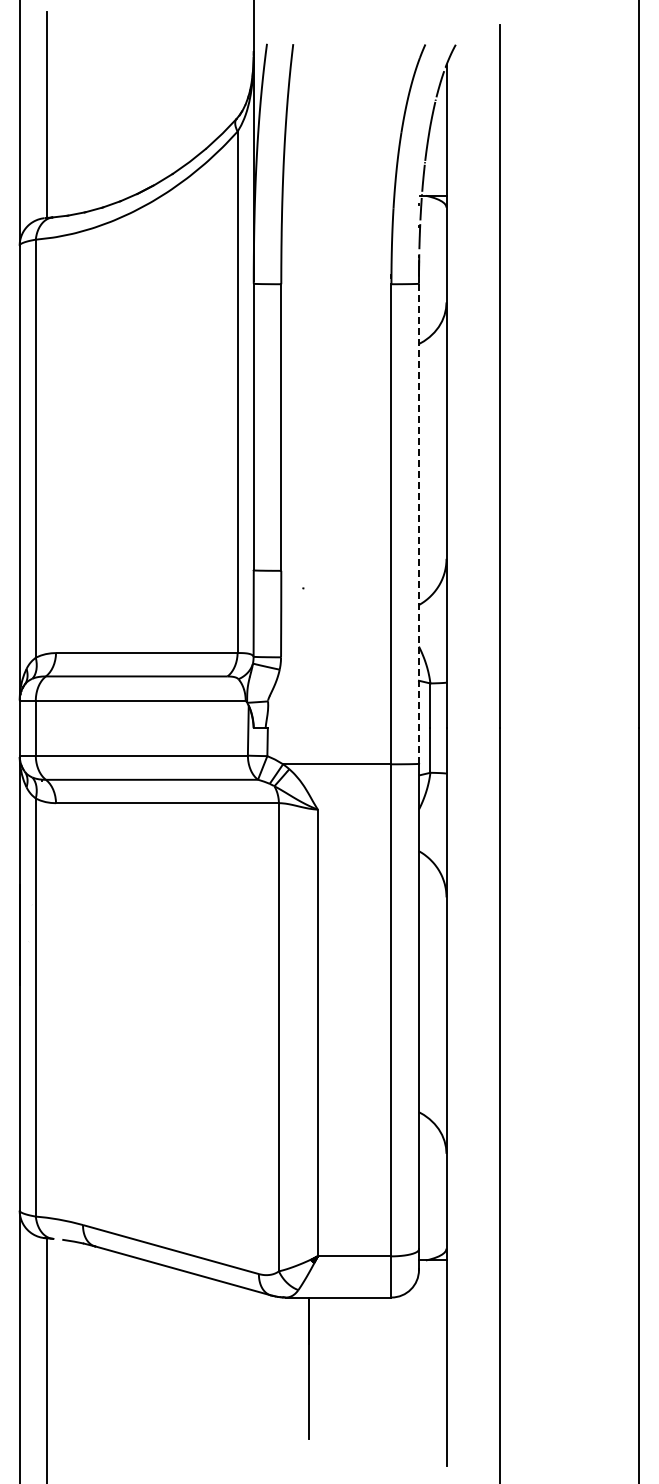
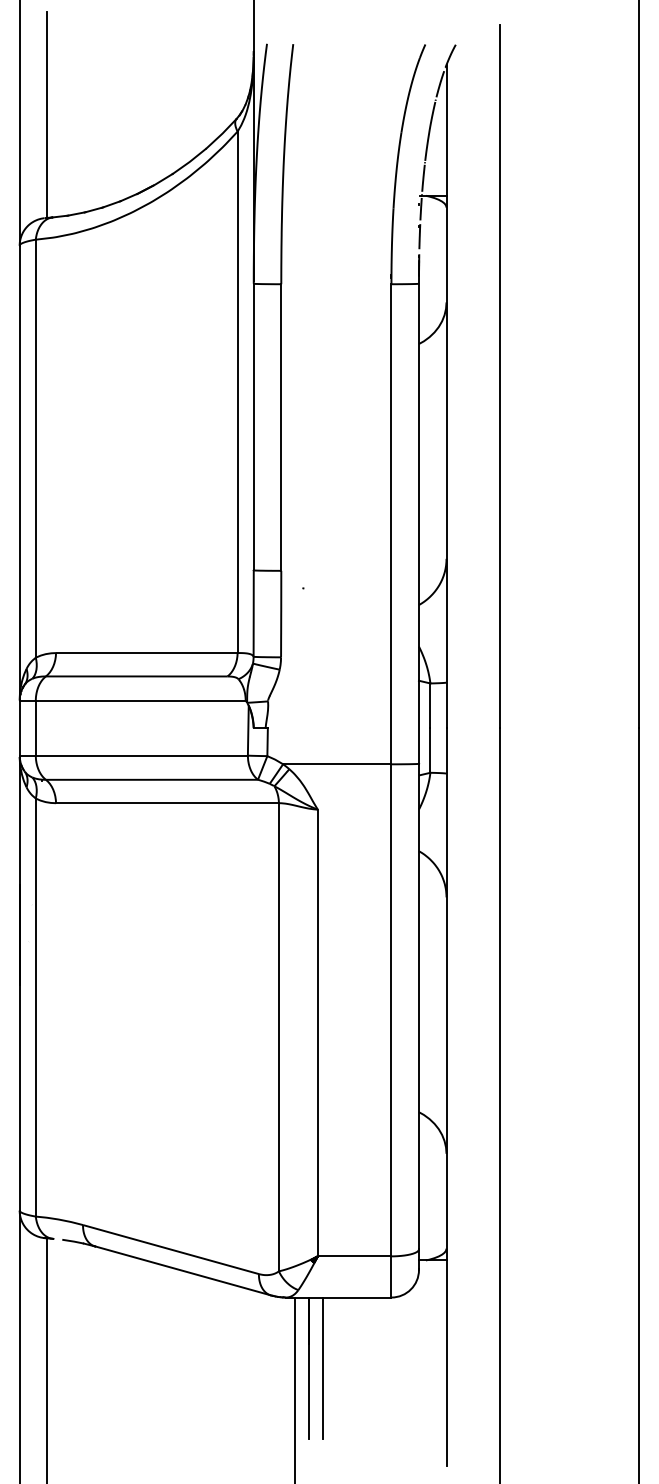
line at (418, 524): dashed -> solid
line at (322, 1368): none -> present
line at (295, 1388): none -> present
